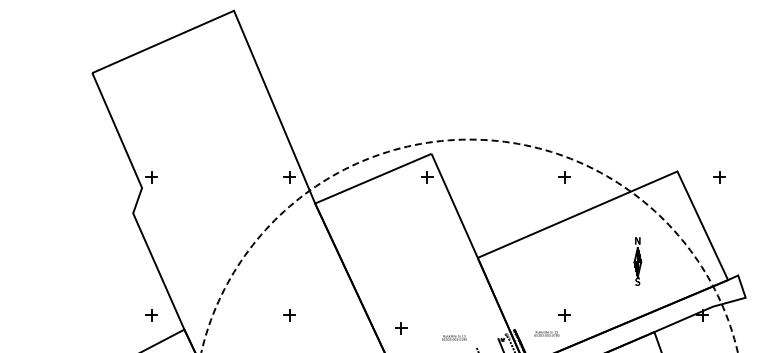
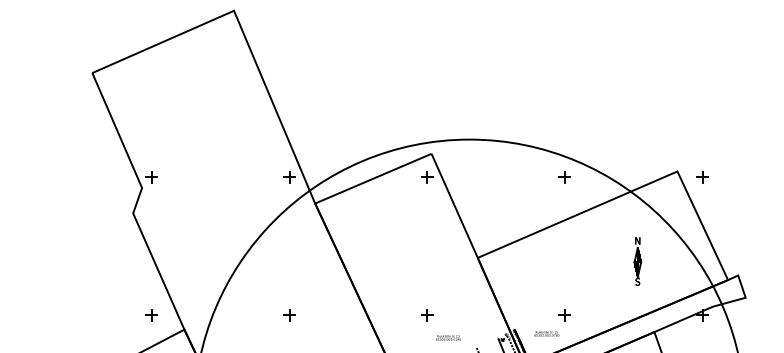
part at (719, 177) position: (719, 177) -> (702, 177)
circle at (469, 245): dashed -> solid
part at (401, 328) position: (401, 328) -> (427, 315)
text at (454, 337) position: (454, 337) -> (448, 337)
